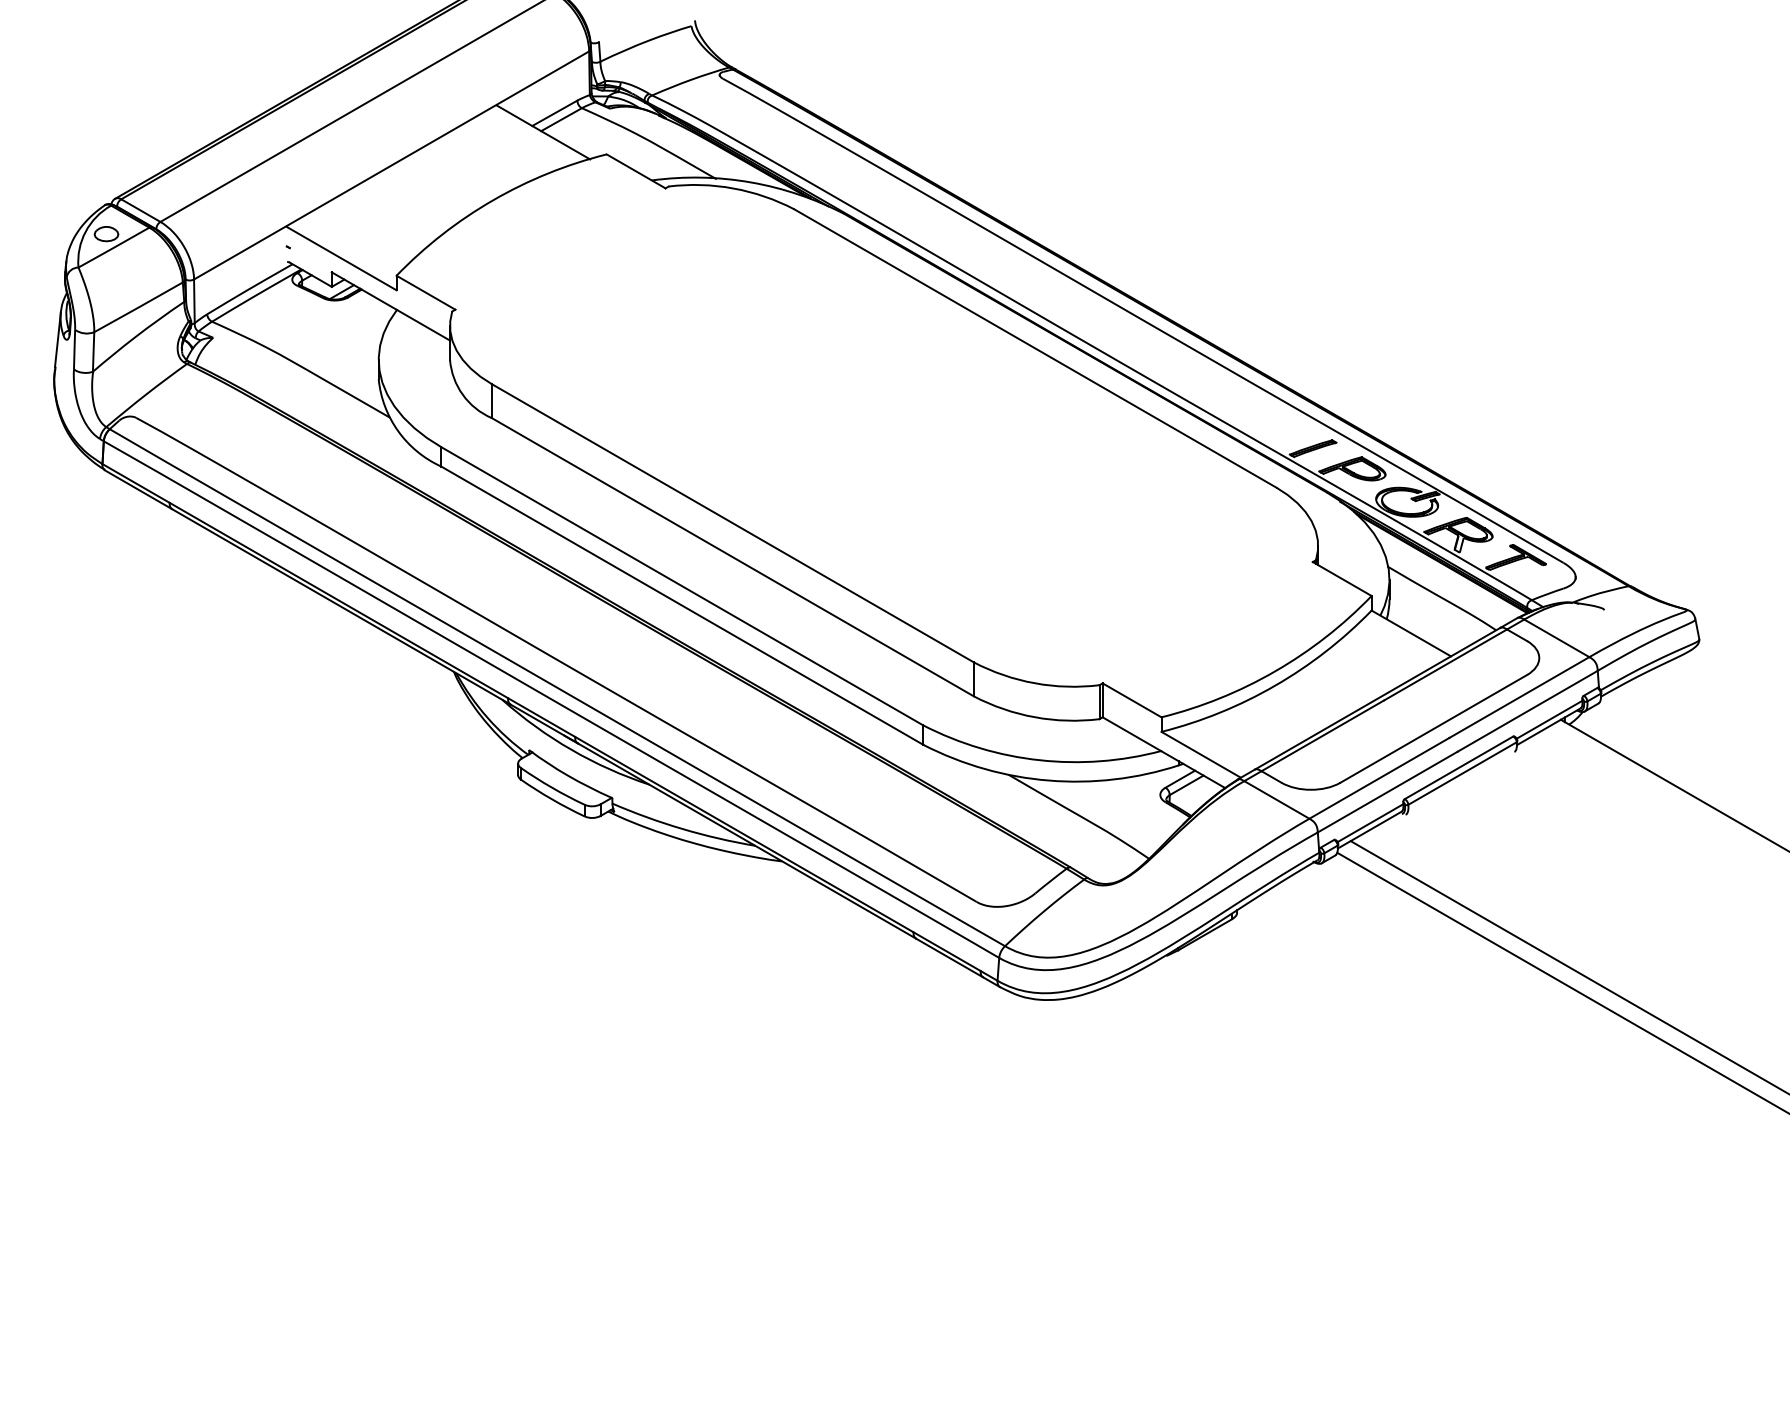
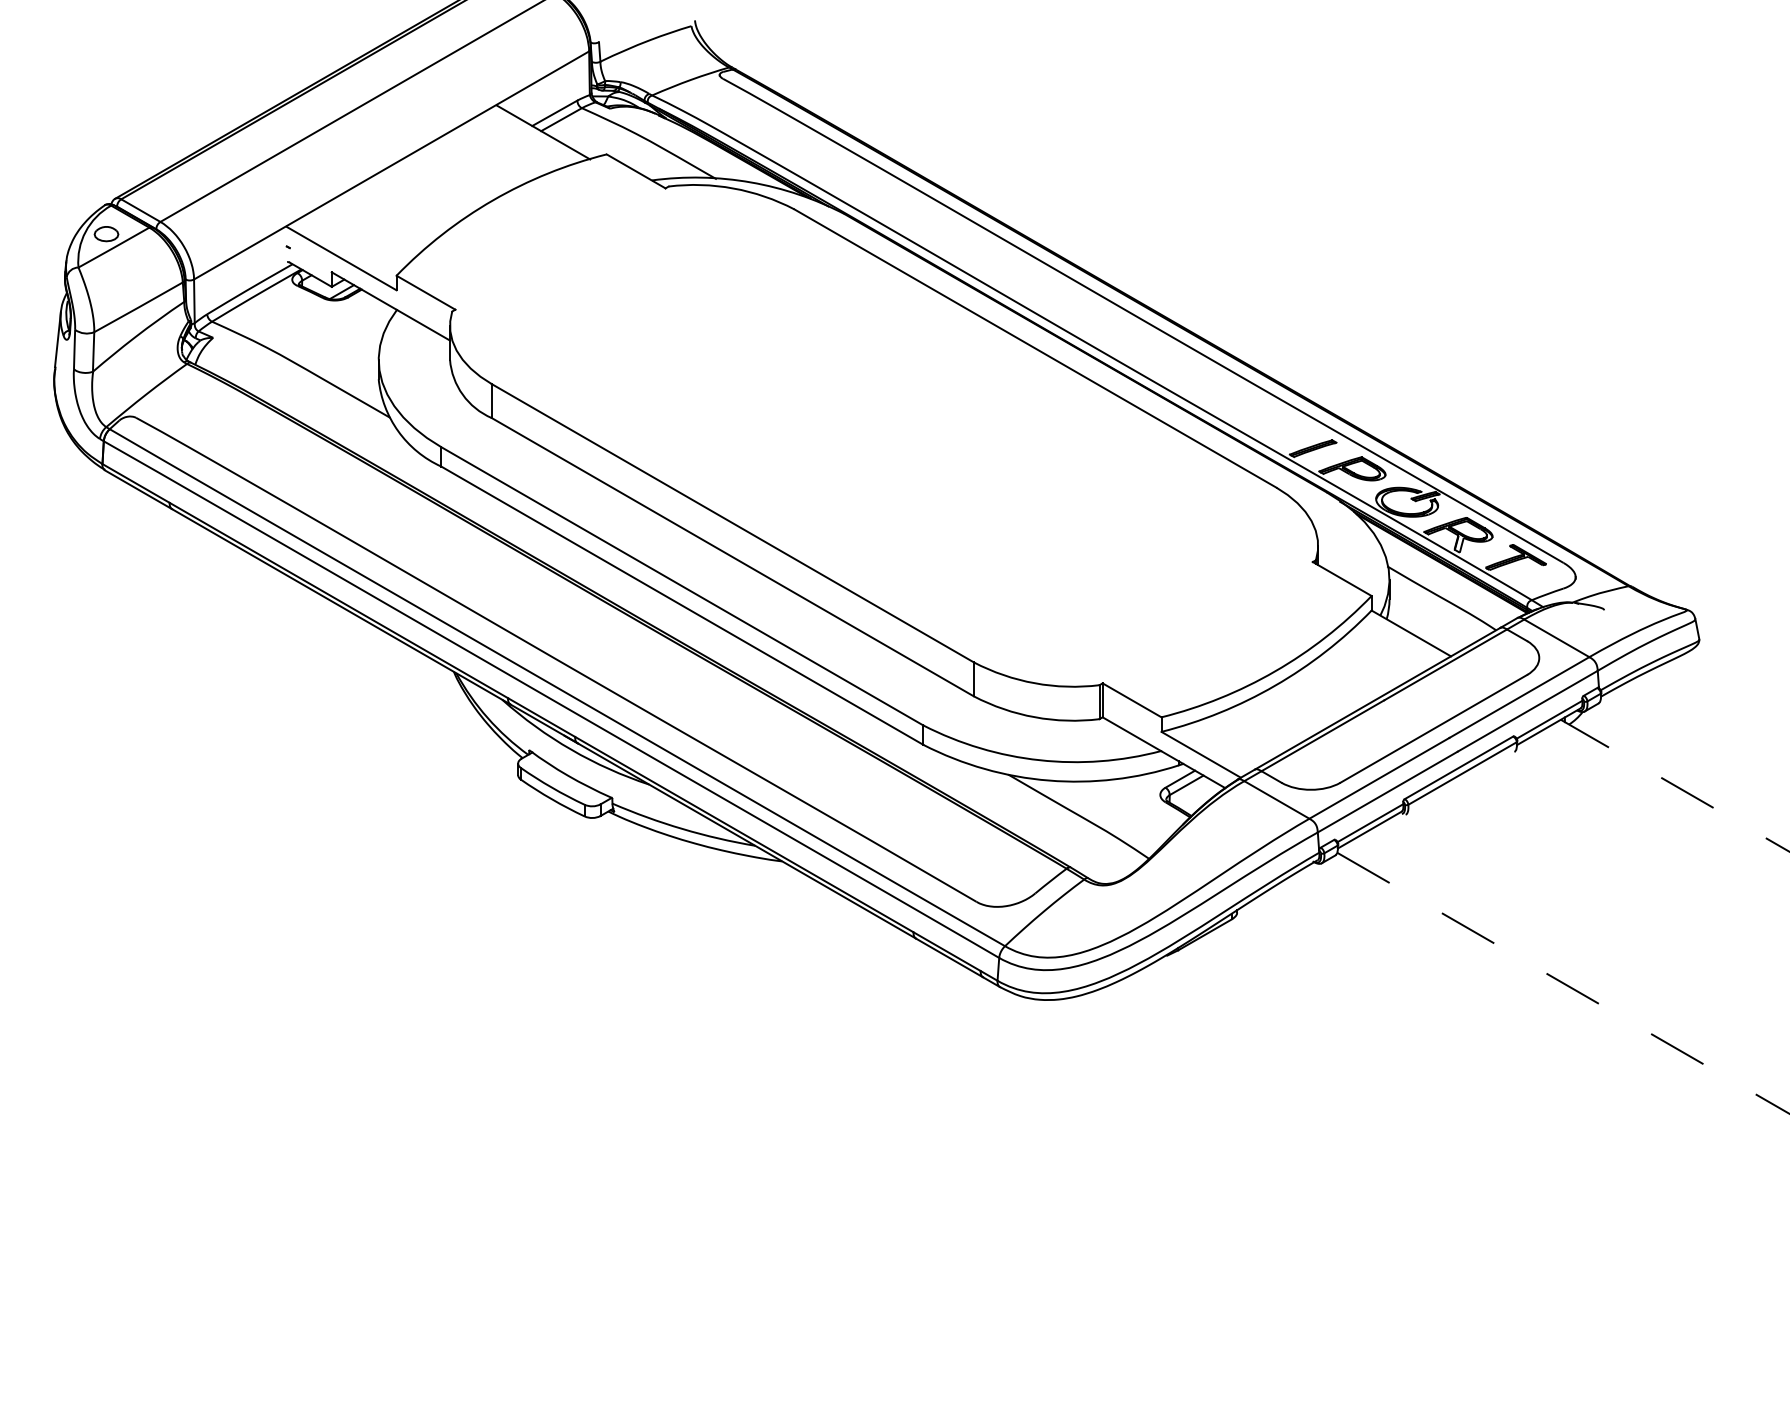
line at (1675, 785): solid -> dashed
line at (1568, 966): present -> none
line at (1564, 983): solid -> dashed
